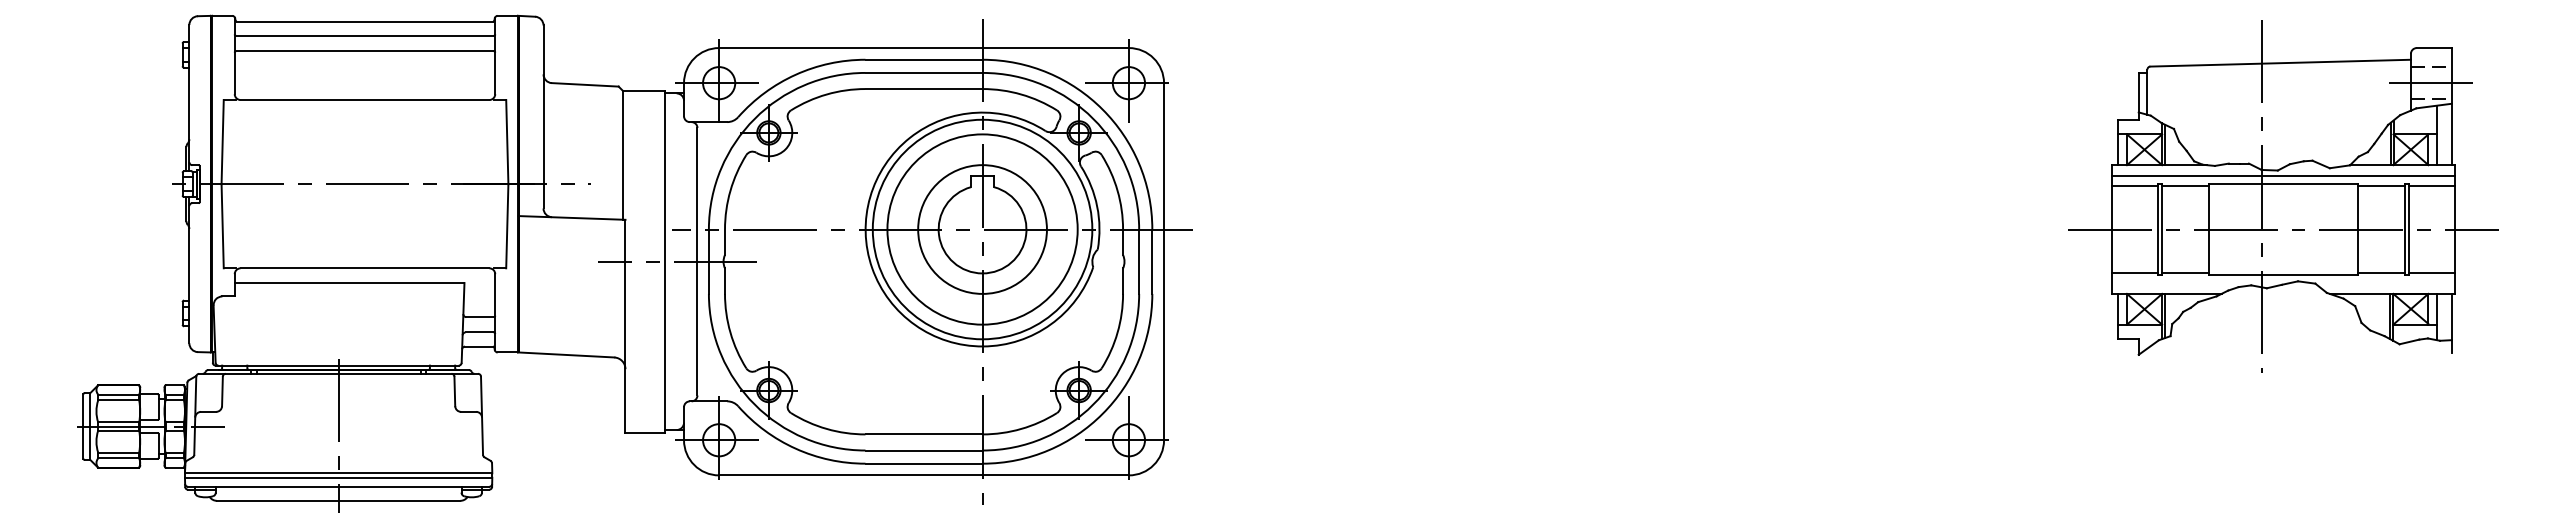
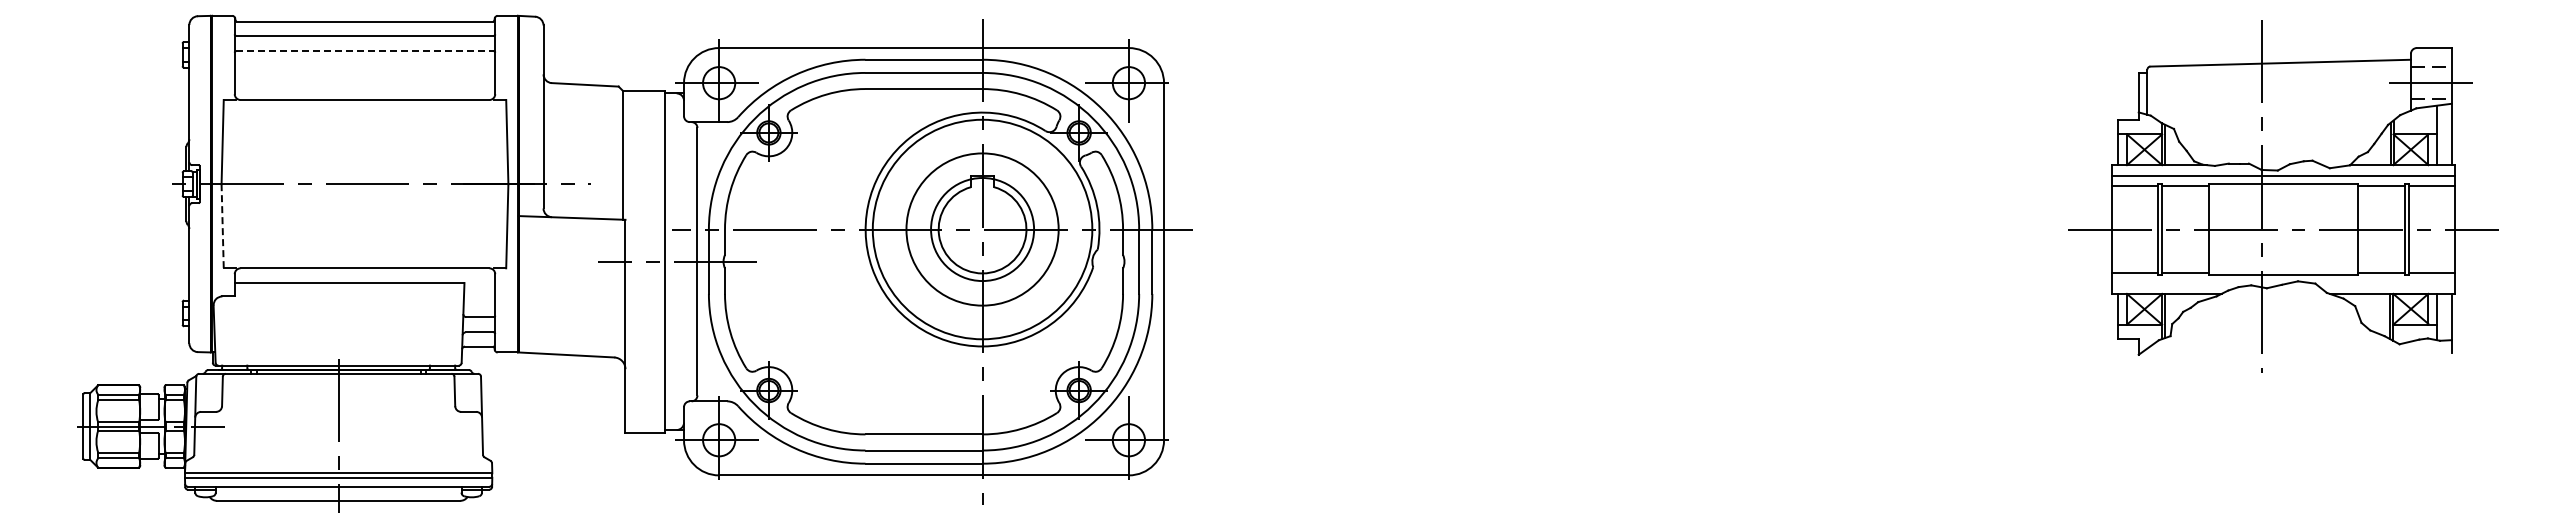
line at (364, 51): solid -> dashed
line at (222, 226): solid -> dashed
circle at (982, 229) diameter: 129 px -> 103 px
circle at (982, 229) diameter: 190 px -> 152 px
